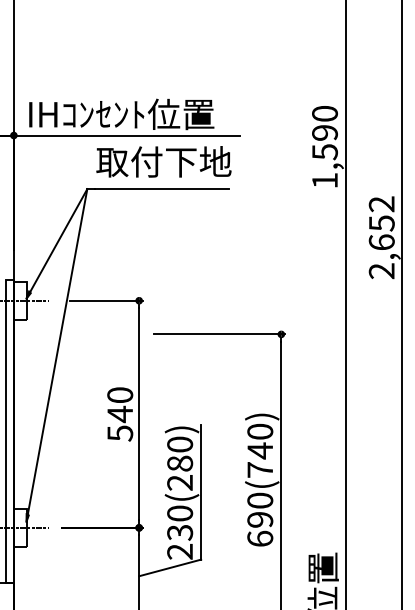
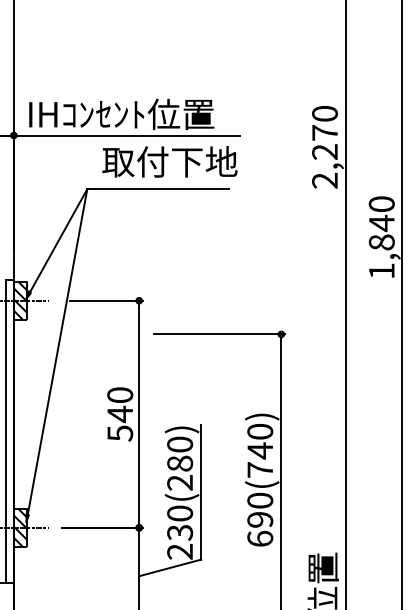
text at (324, 156): 1,590 -> 2,270
text at (163, 161) position: (163, 161) -> (169, 161)
text at (381, 237): 2,652 -> 1,840
hatch at (19, 300): none -> present
hatch at (19, 527): none -> present
